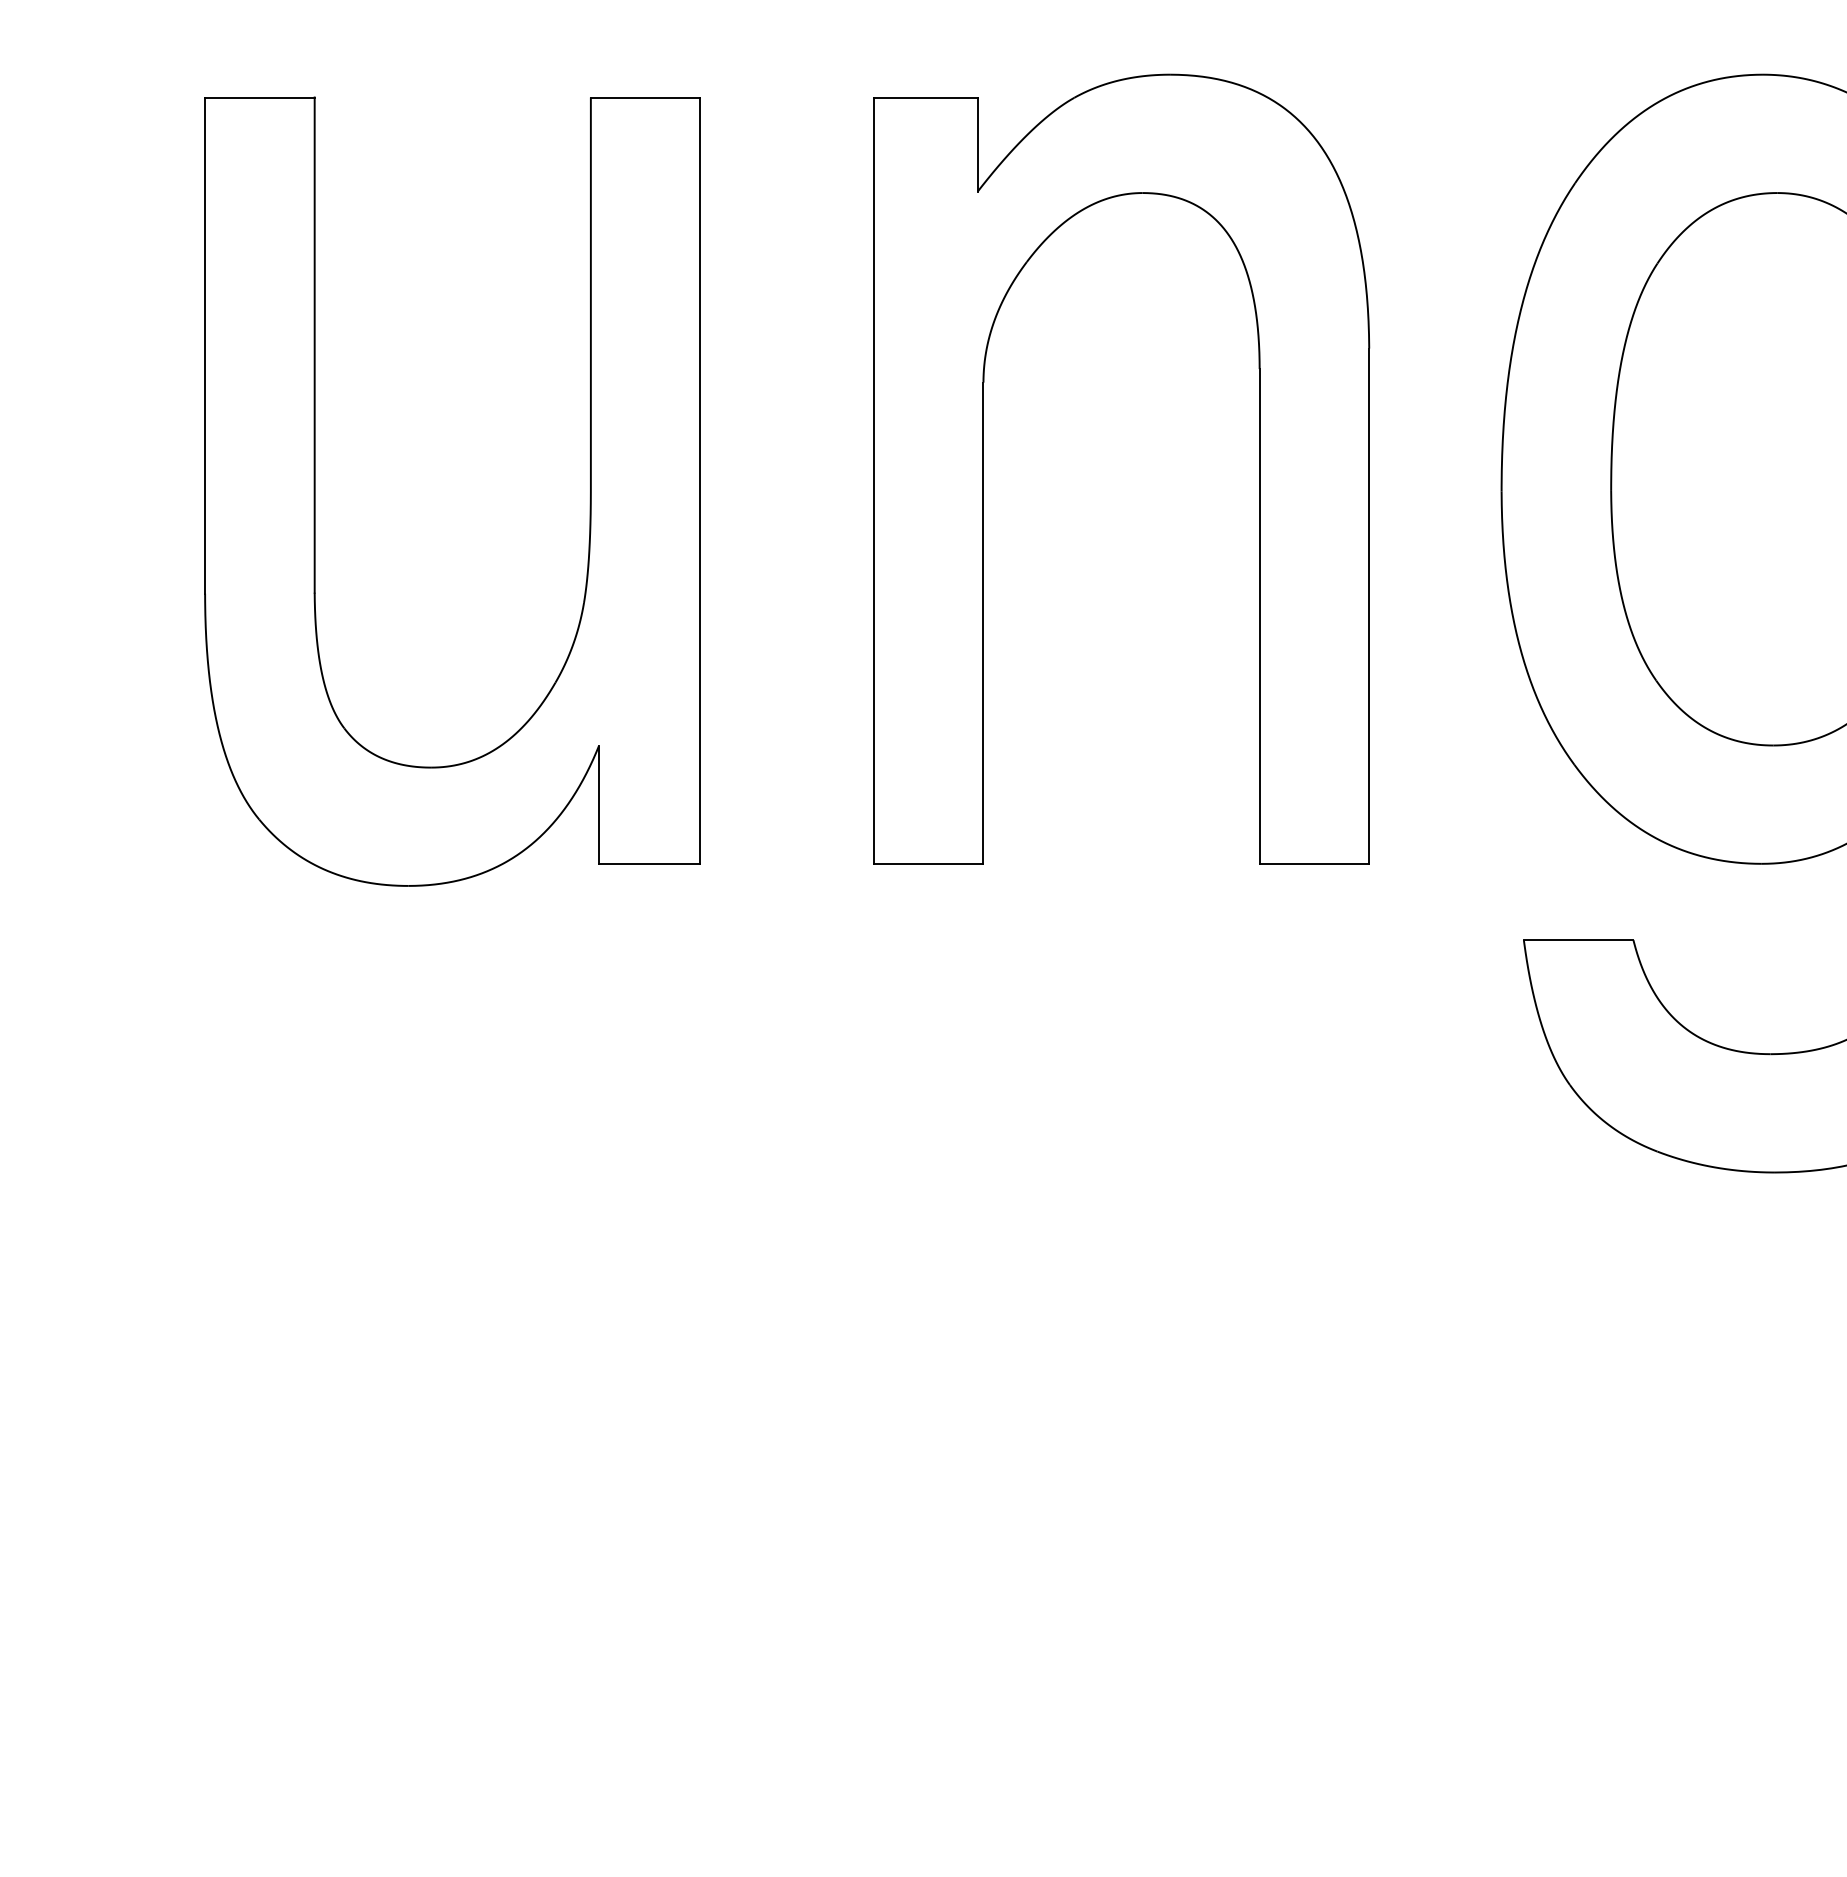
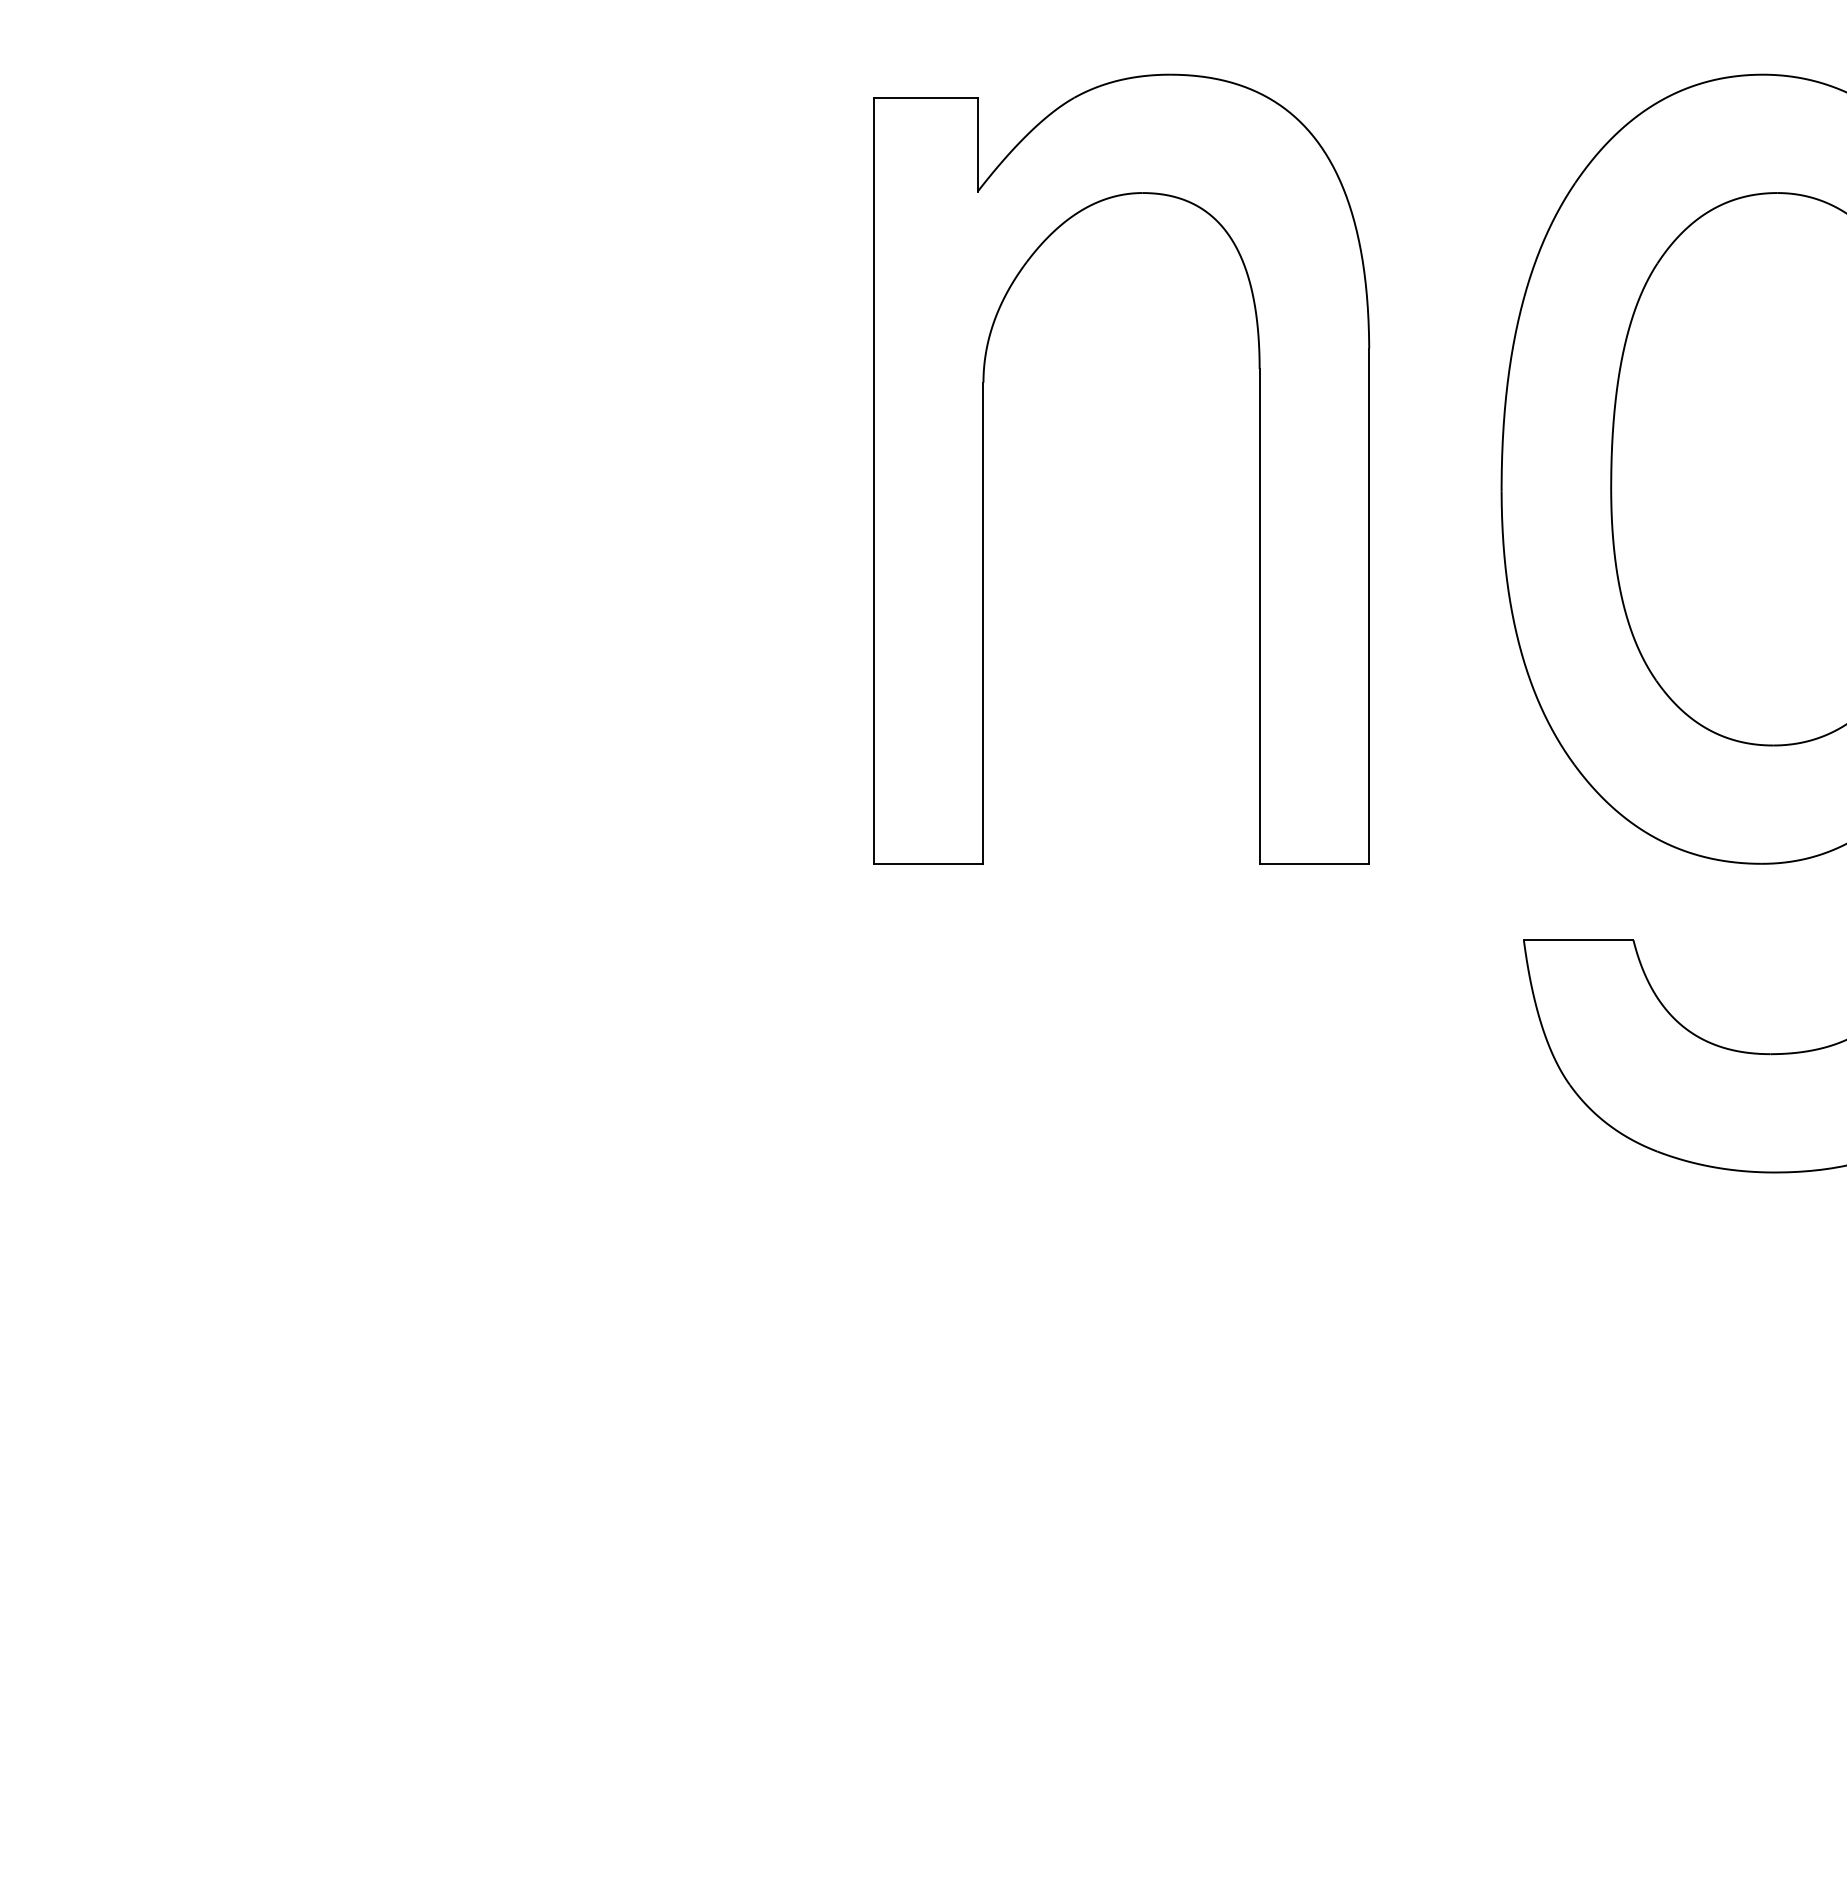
part at (315, 491): present -> none
